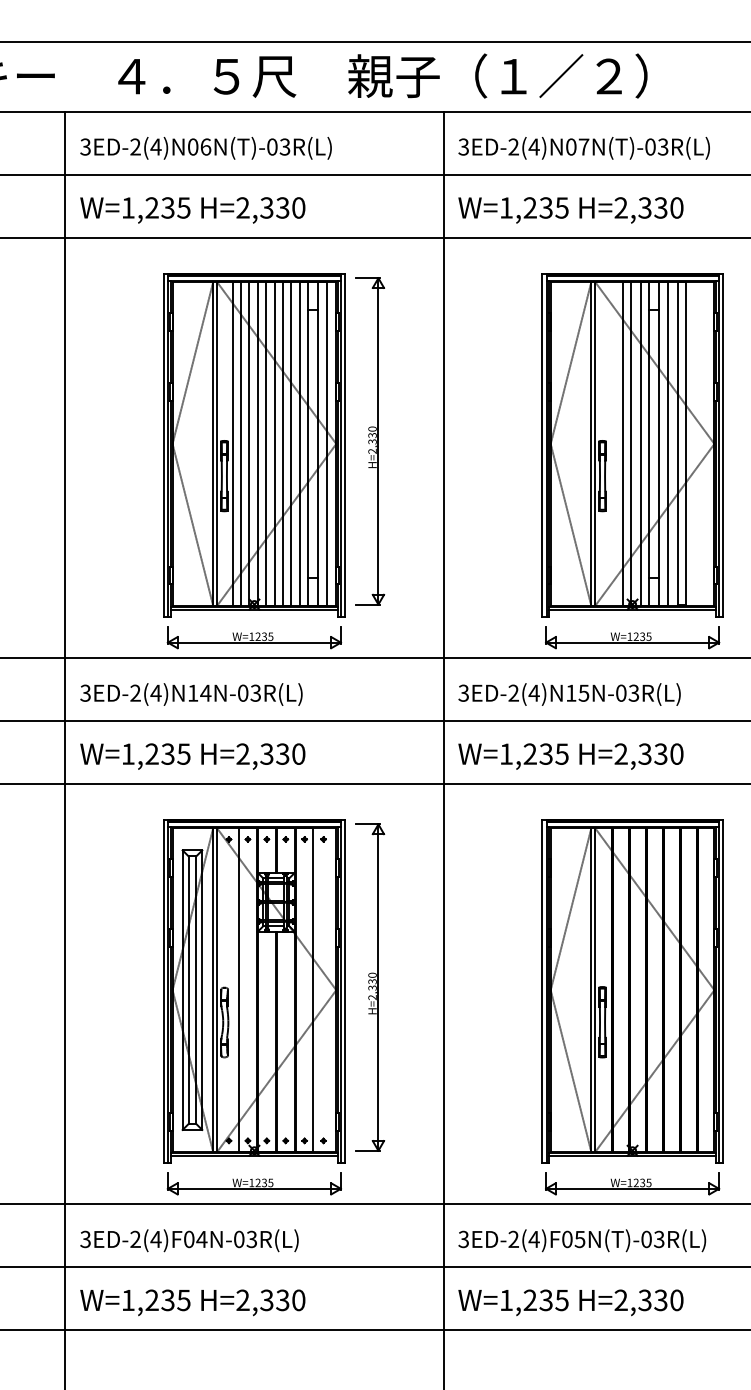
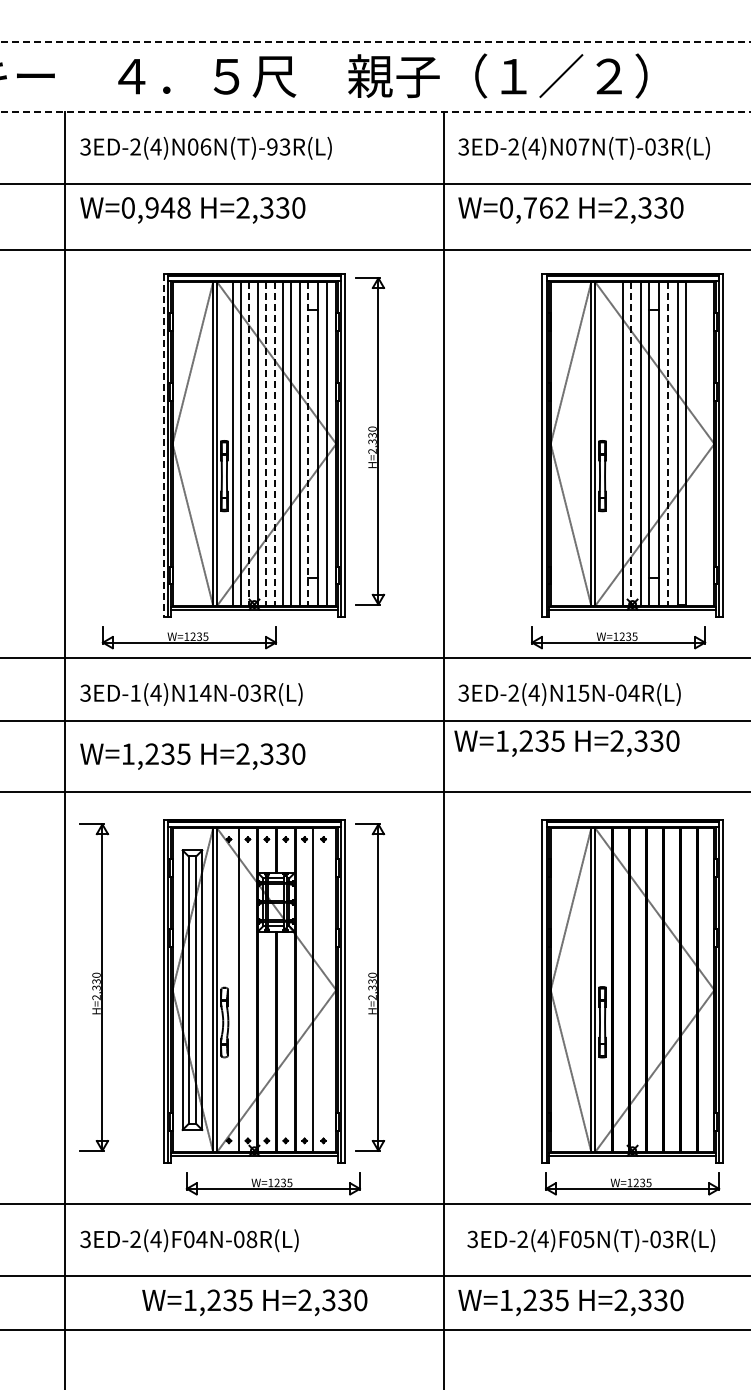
line at (375, 41): solid -> dashed
line at (375, 111): solid -> dashed
text at (272, 146): 3ED-2(4)N06N(T)-03R(L) -> 3ED-2(4)N06N(T)-93R(L)
line at (374, 174) position: (374, 174) -> (374, 183)
text at (156, 207): W=1,235 -> W=0,948
text at (534, 207): W=1,235 -> W=0,762
line at (374, 237) position: (374, 237) -> (374, 249)
line at (249, 443): solid -> dashed
line at (266, 443): solid -> dashed
line at (274, 443): solid -> dashed
line at (308, 443): solid -> dashed
line at (630, 443): solid -> dashed
line at (667, 443): solid -> dashed
line at (163, 445): solid -> dashed
part at (254, 637) position: (254, 637) -> (189, 637)
part at (632, 637) position: (632, 637) -> (618, 637)
text at (135, 692): 3ED-2(4)N14N-03R(L) -> 3ED-1(4)N14N-03R(L)
text at (633, 692): 3ED-2(4)N15N-03R(L) -> 3ED-2(4)N15N-04R(L)
text at (570, 756) position: (570, 756) -> (566, 743)
line at (374, 783) position: (374, 783) -> (374, 791)
part at (94, 987): none -> present
part at (253, 1183) position: (253, 1183) -> (272, 1183)
text at (251, 1238): 3ED-2(4)F04N-03R(L) -> 3ED-2(4)F04N-08R(L)
text at (582, 1240) position: (582, 1240) -> (591, 1240)
line at (374, 1267) position: (374, 1267) -> (374, 1276)
text at (192, 1302) position: (192, 1302) -> (254, 1302)
